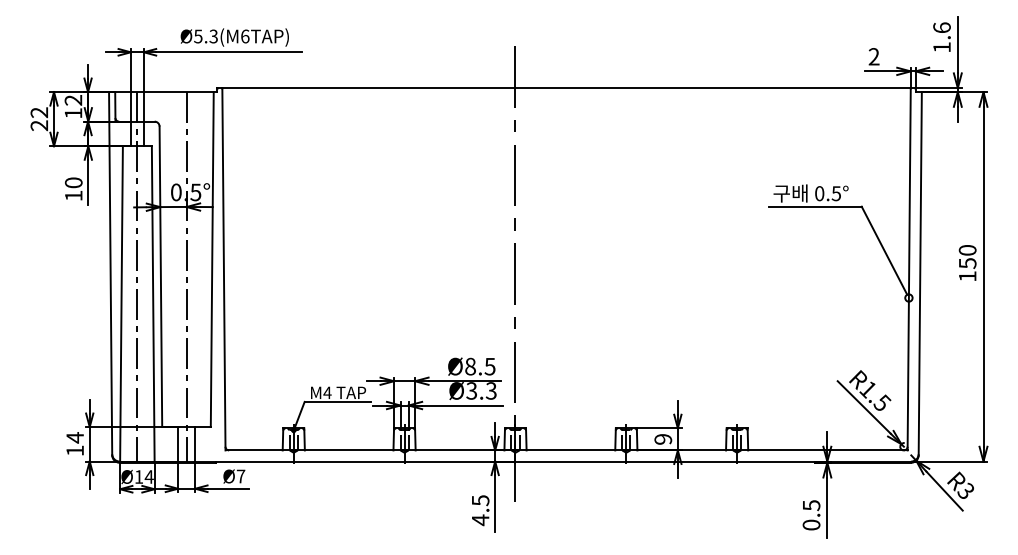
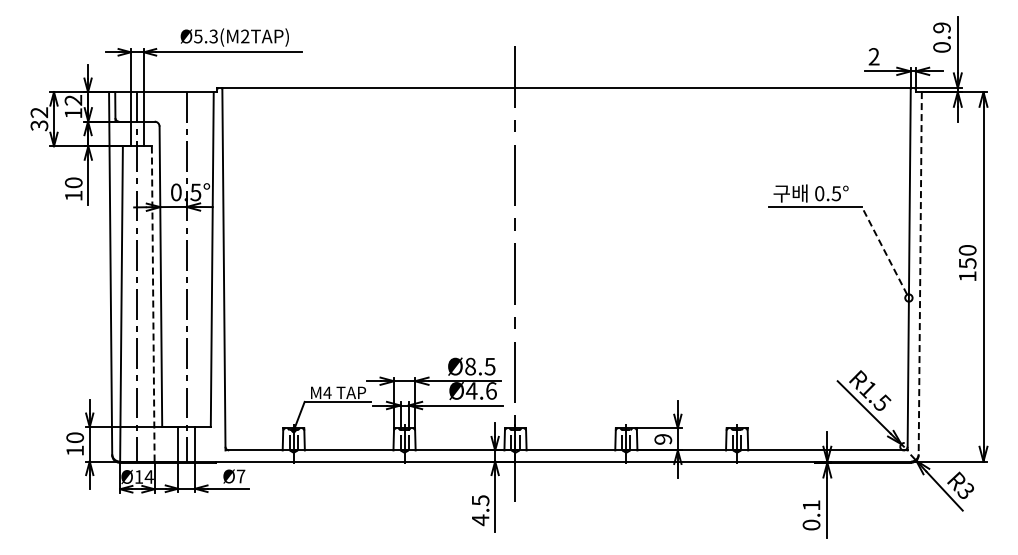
text at (245, 36): Ø5.3(M6TAP) -> Ø5.3(M2TAP)
text at (941, 37): 1.6 -> 0.9
text at (39, 125): 22 -> 32
line at (884, 250): solid -> dashed
line at (920, 273): solid -> dashed
line at (153, 303): solid -> dashed
text at (480, 390): Ø3.3 -> Ø4.6
text at (75, 437): 14 -> 10
text at (811, 505): 0.5 -> 0.1
